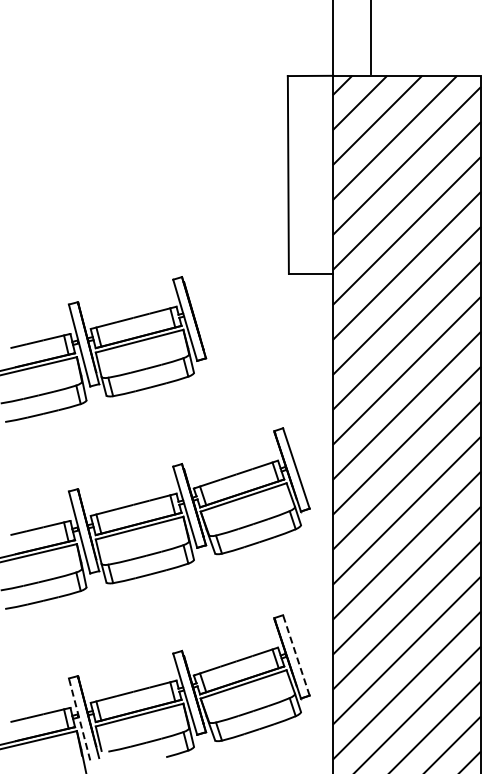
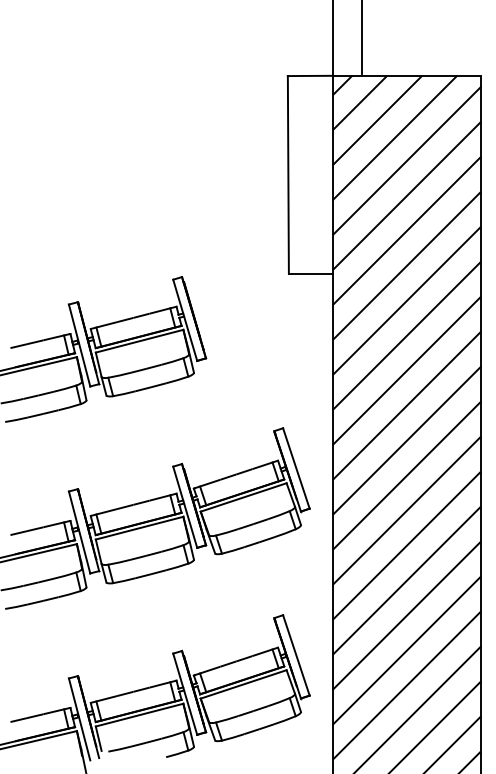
line at (371, 38) position: (371, 38) -> (362, 38)
line at (296, 654): dashed -> solid
line at (79, 718): dashed -> solid
